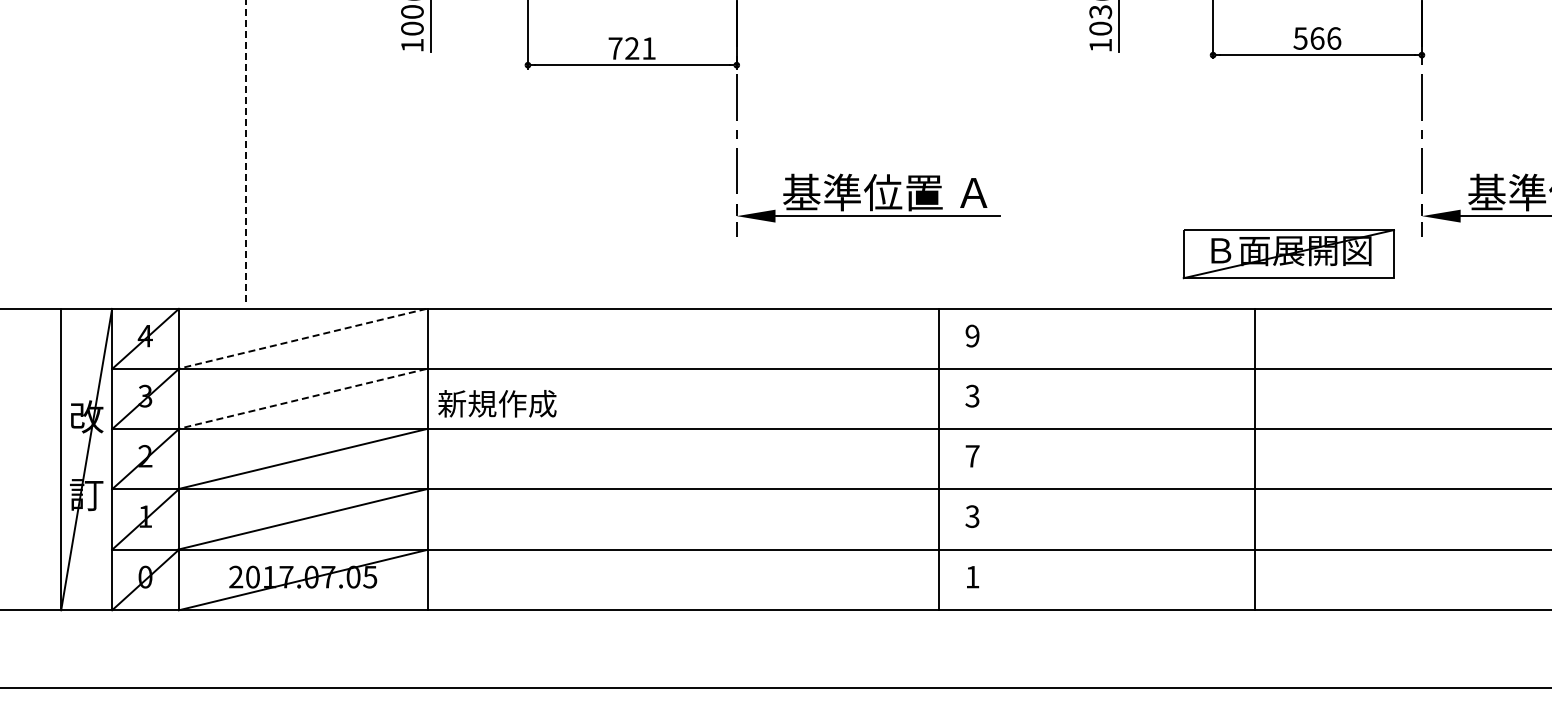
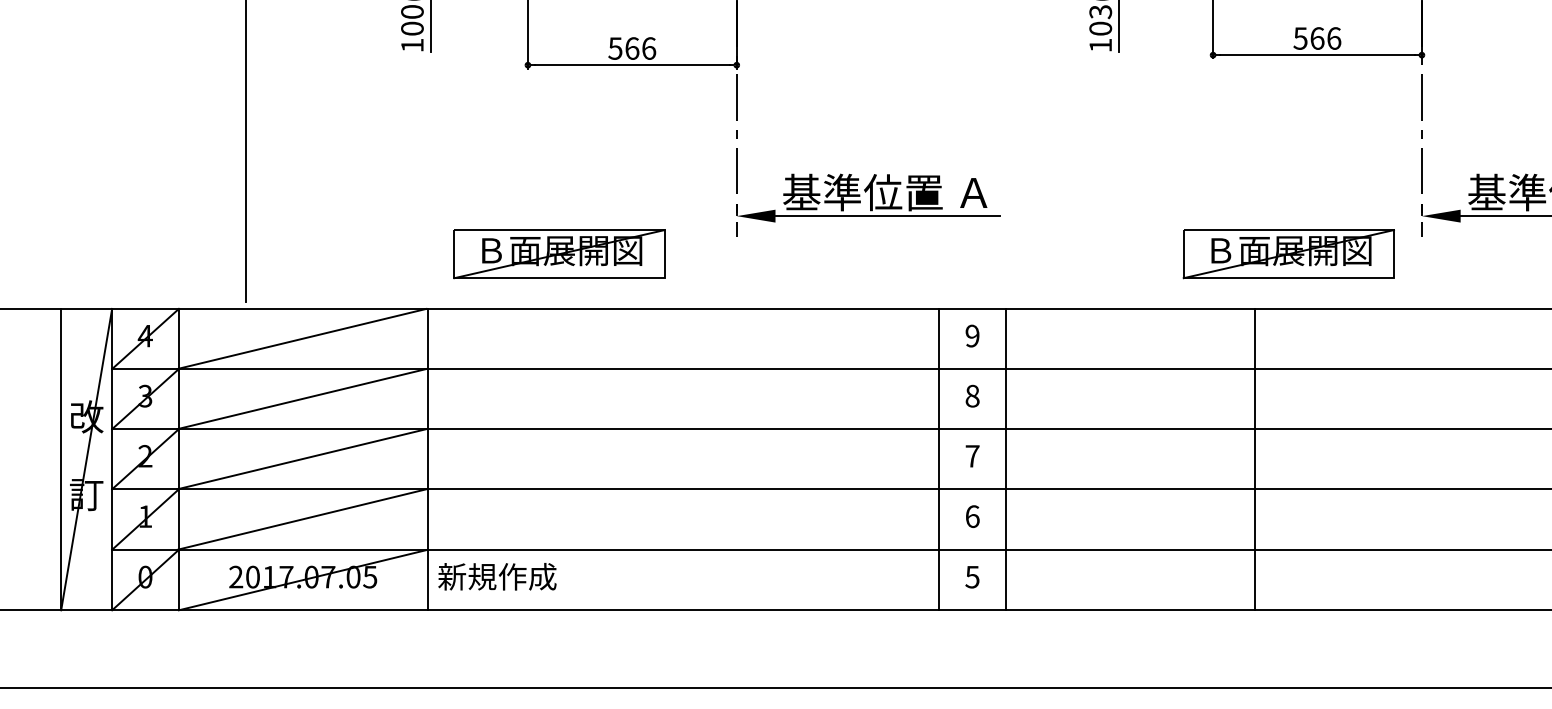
text at (632, 48): 721 -> 566
line at (245, 151): dashed -> solid
part at (559, 254): none -> present
line at (301, 339): dashed -> solid
text at (972, 395): 3 -> 8
line at (301, 399): dashed -> solid
text at (497, 403) position: (497, 403) -> (497, 576)
line at (1006, 459): none -> present
text at (972, 516): 3 -> 6
text at (972, 577): 1 -> 5
